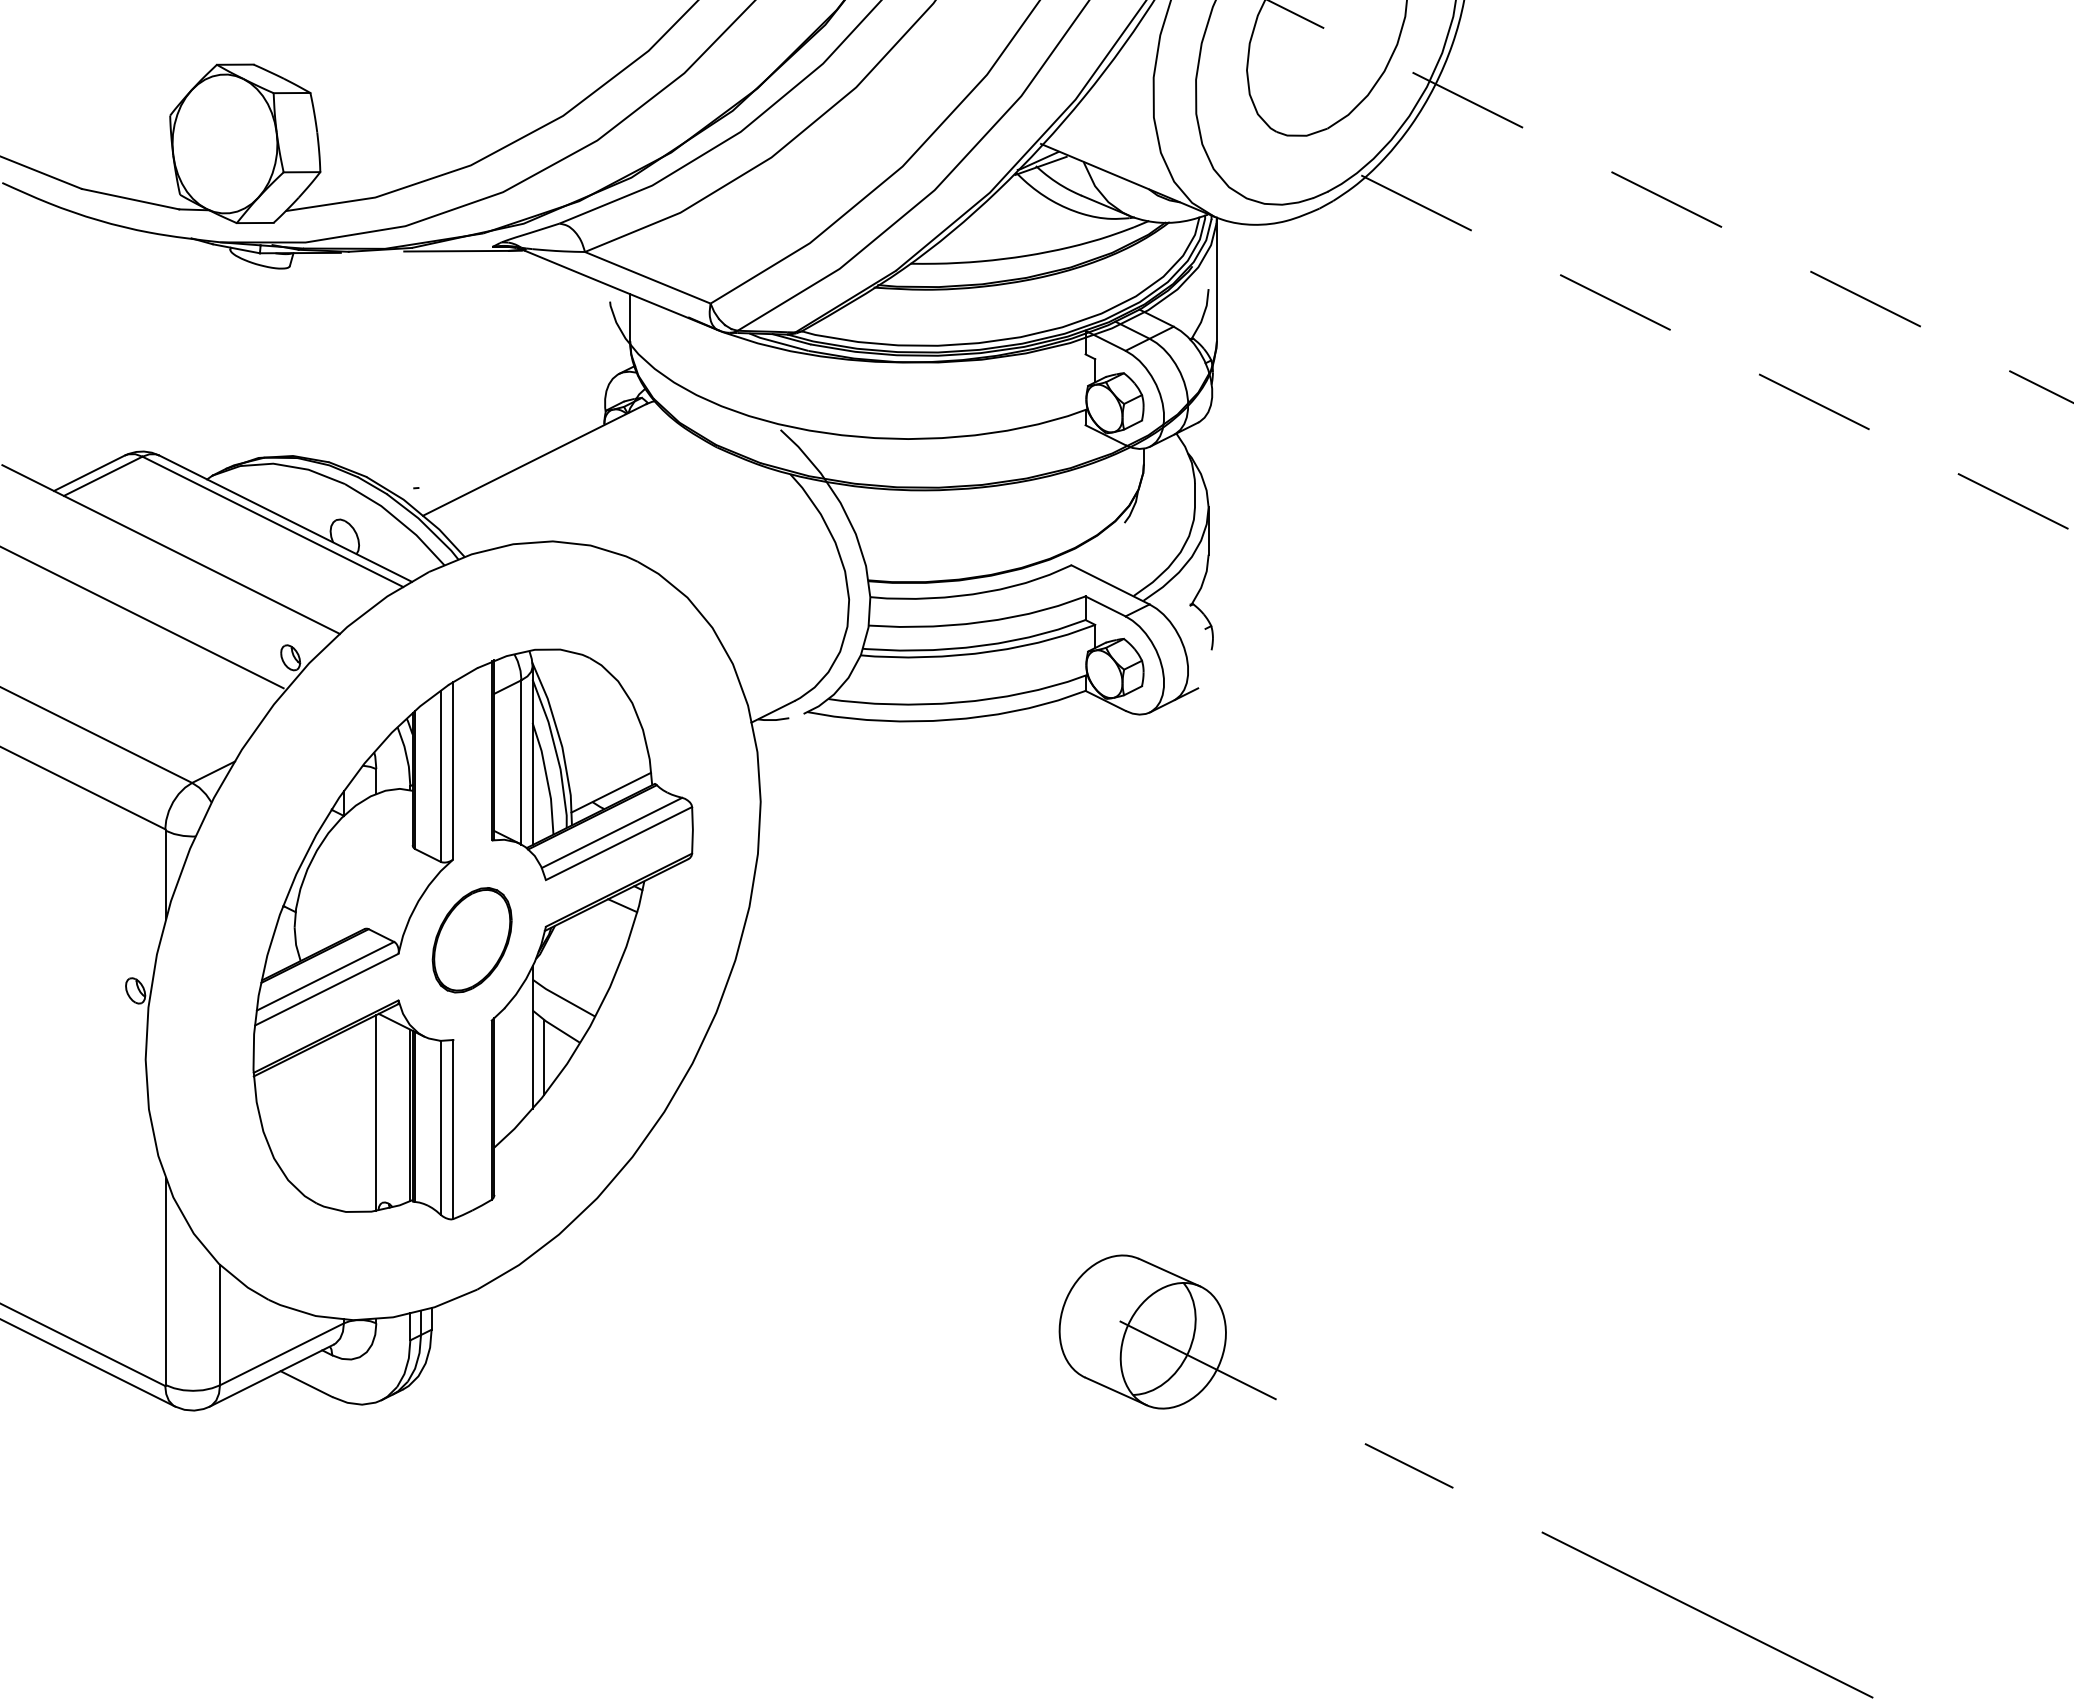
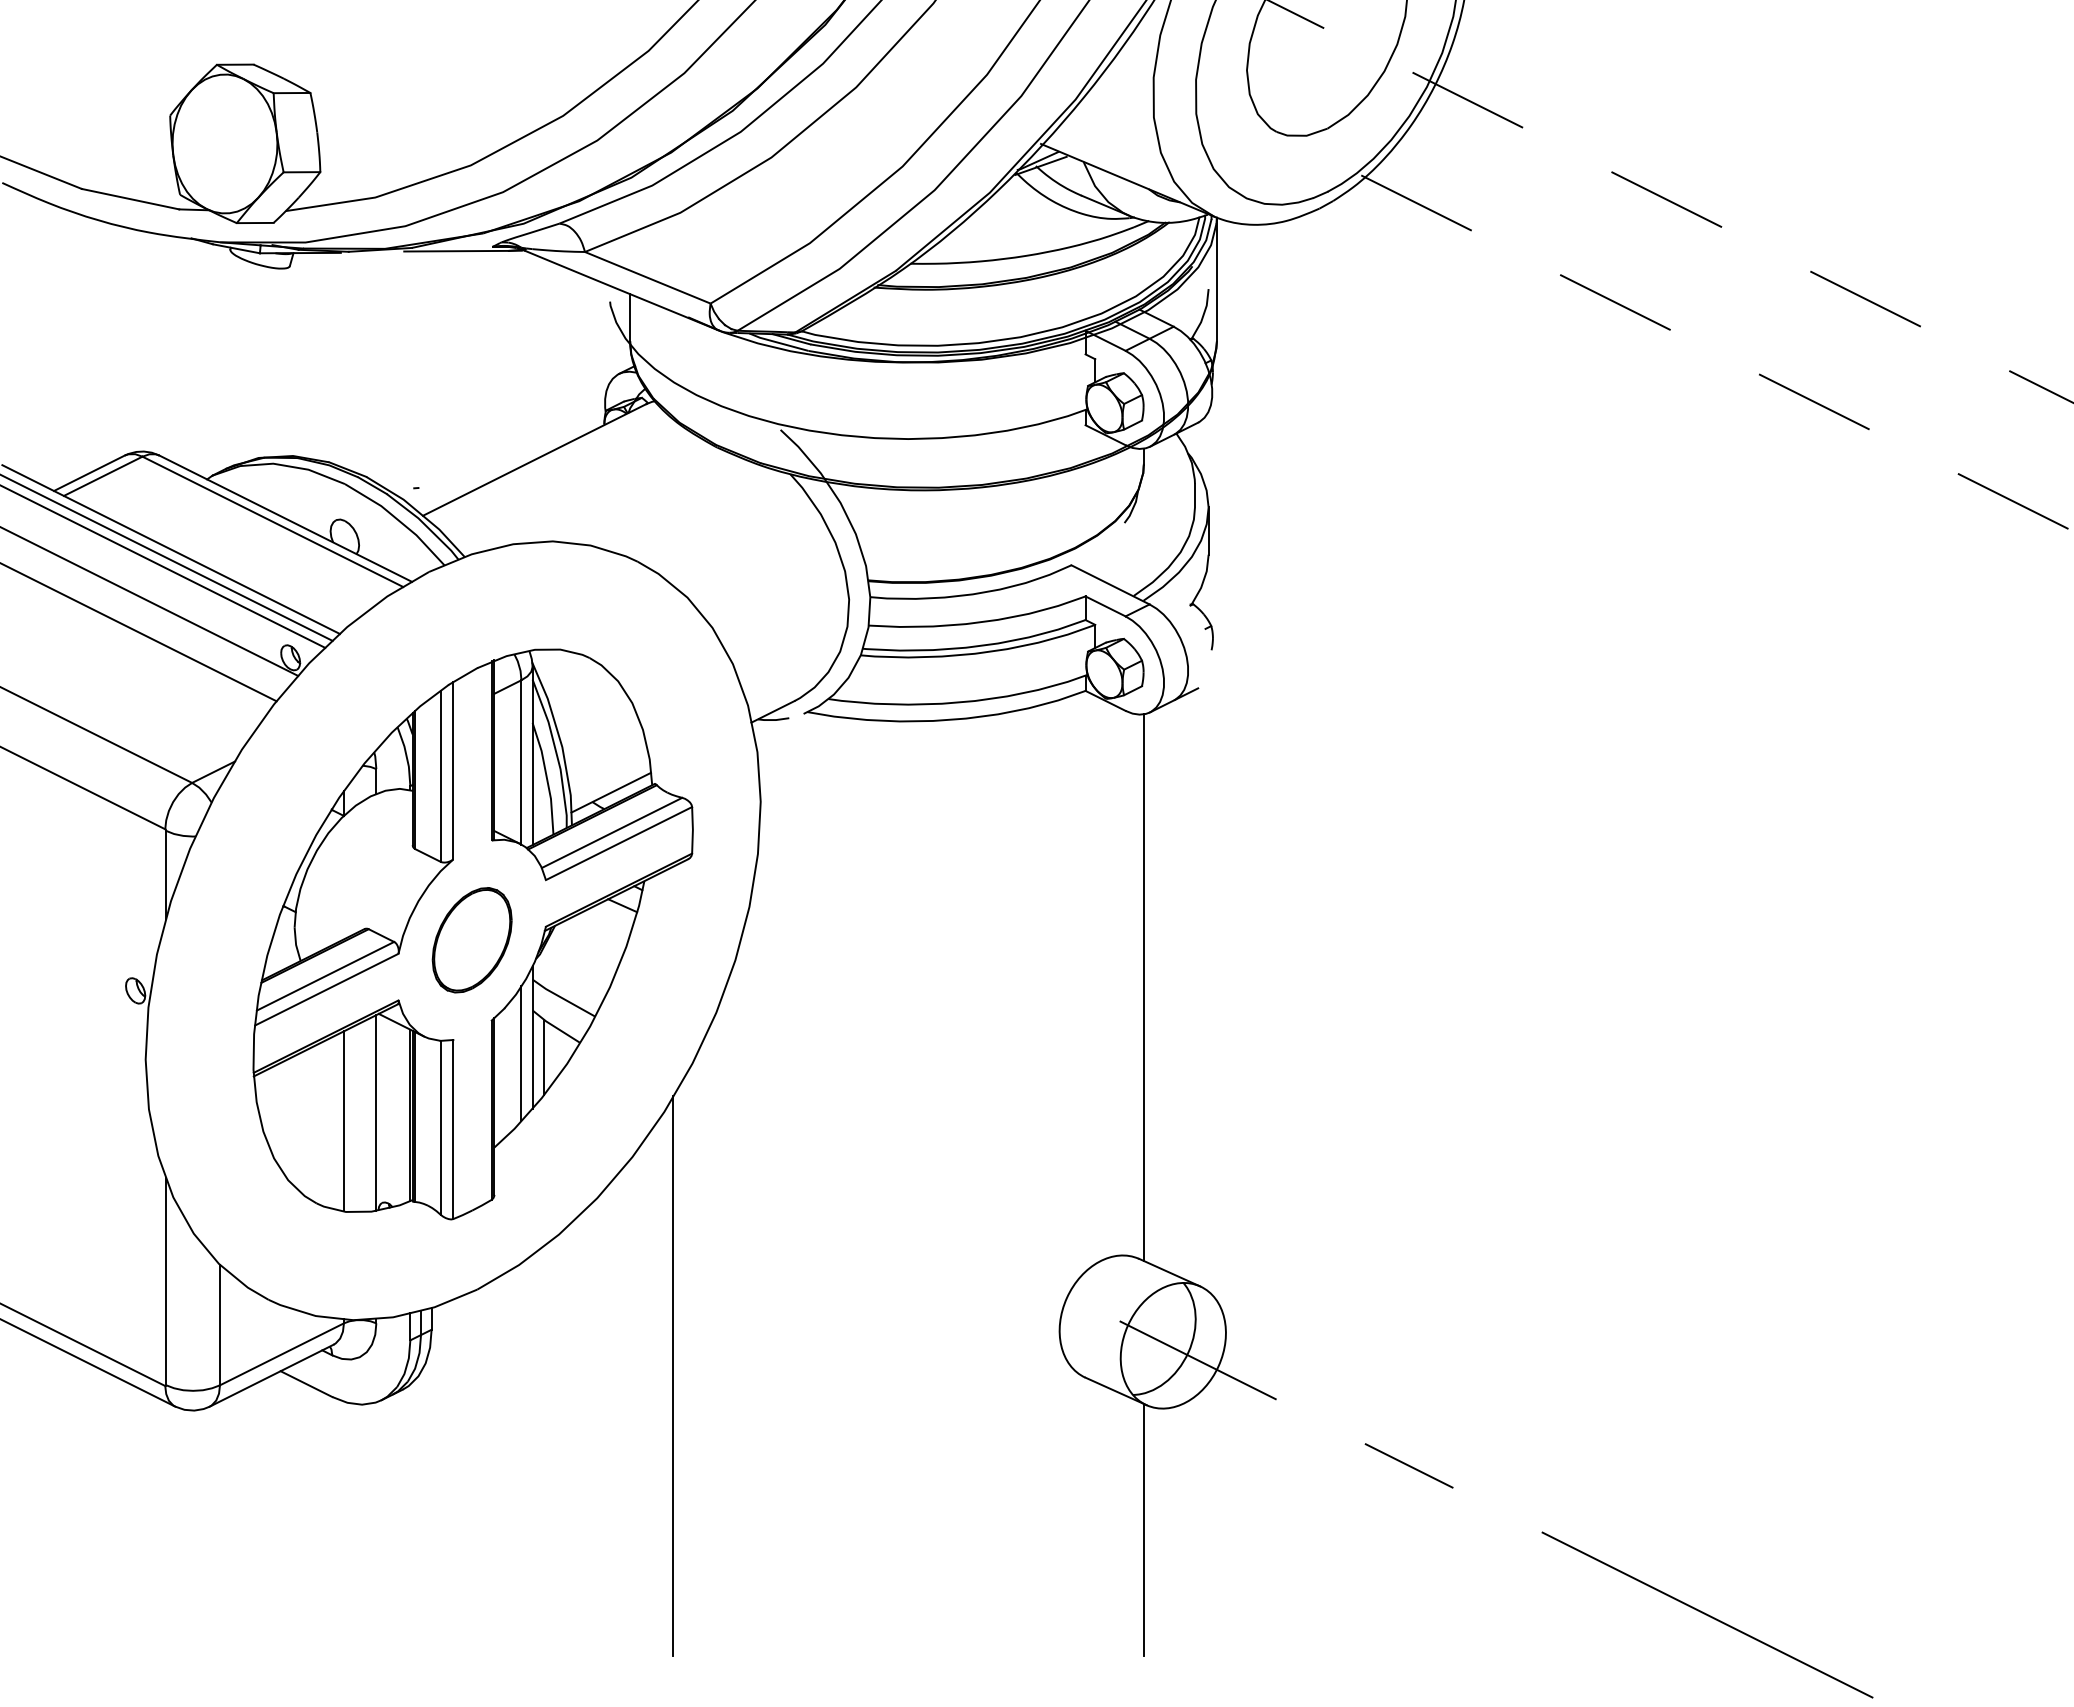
line at (167, 557): none -> present
line at (163, 566): none -> present
line at (150, 602): none -> present
line at (142, 617) position: (142, 617) -> (139, 632)
line at (1143, 987): none -> present
line at (521, 1053): none -> present
line at (343, 1121): none -> present
line at (673, 1375): none -> present
line at (1143, 1529): none -> present
